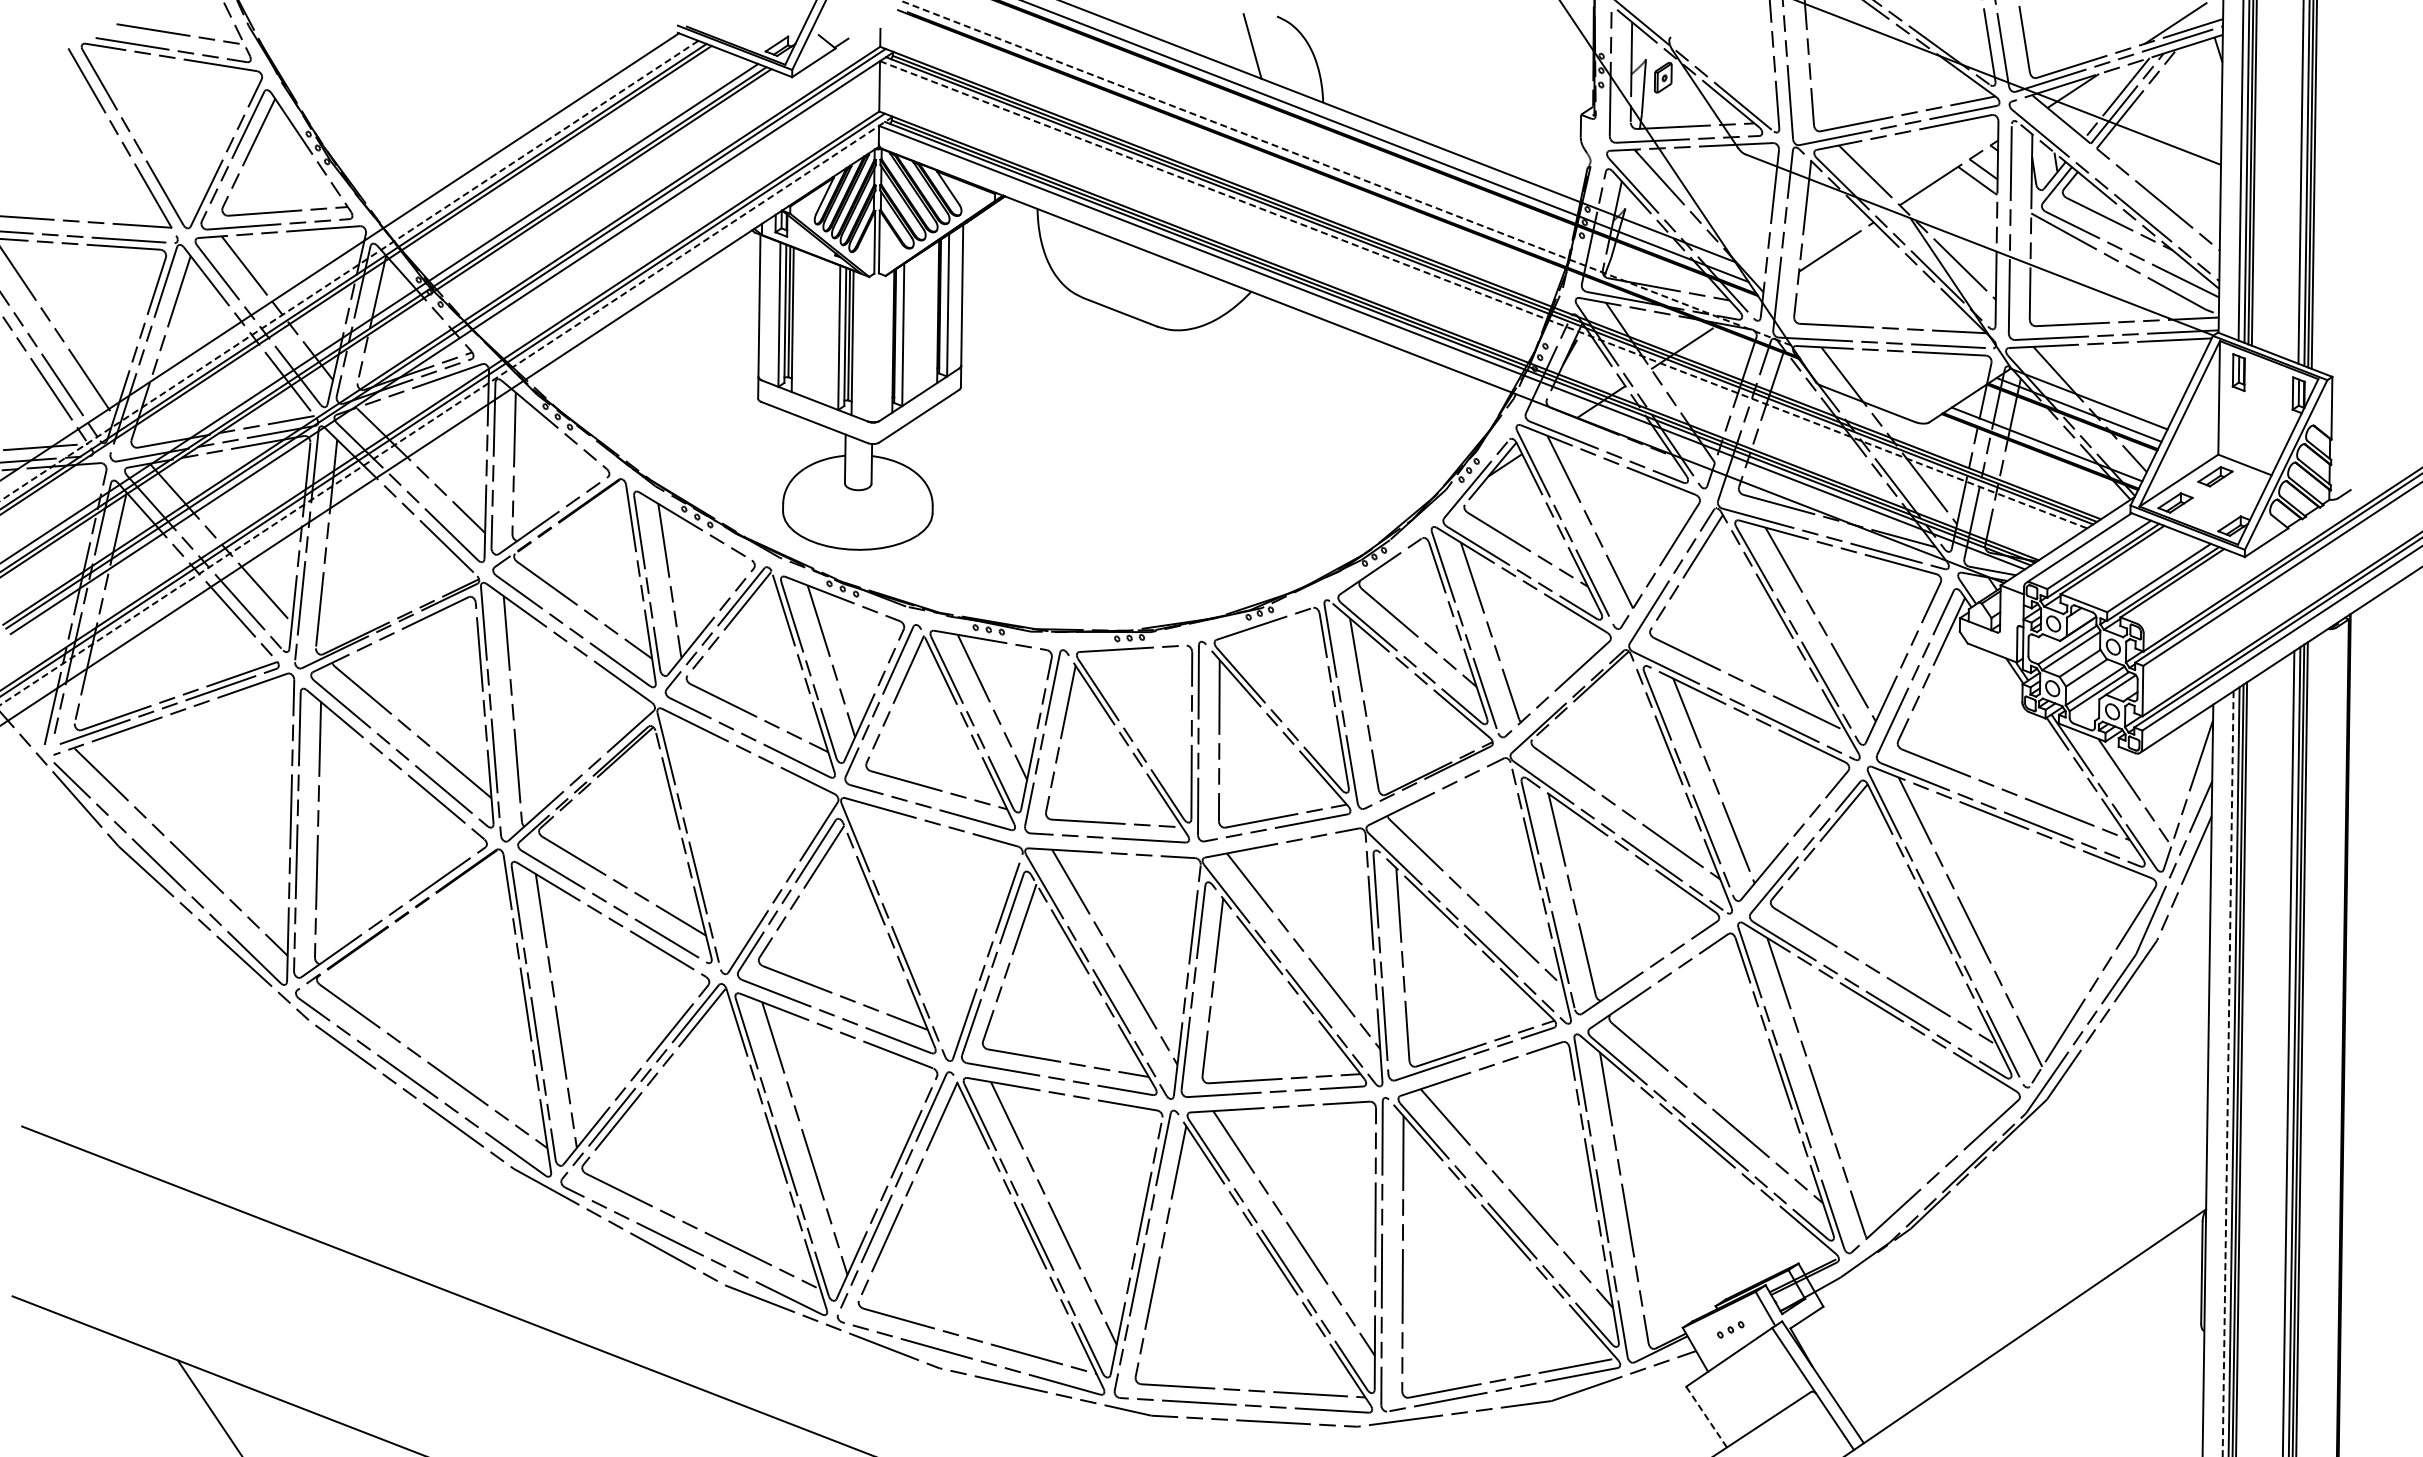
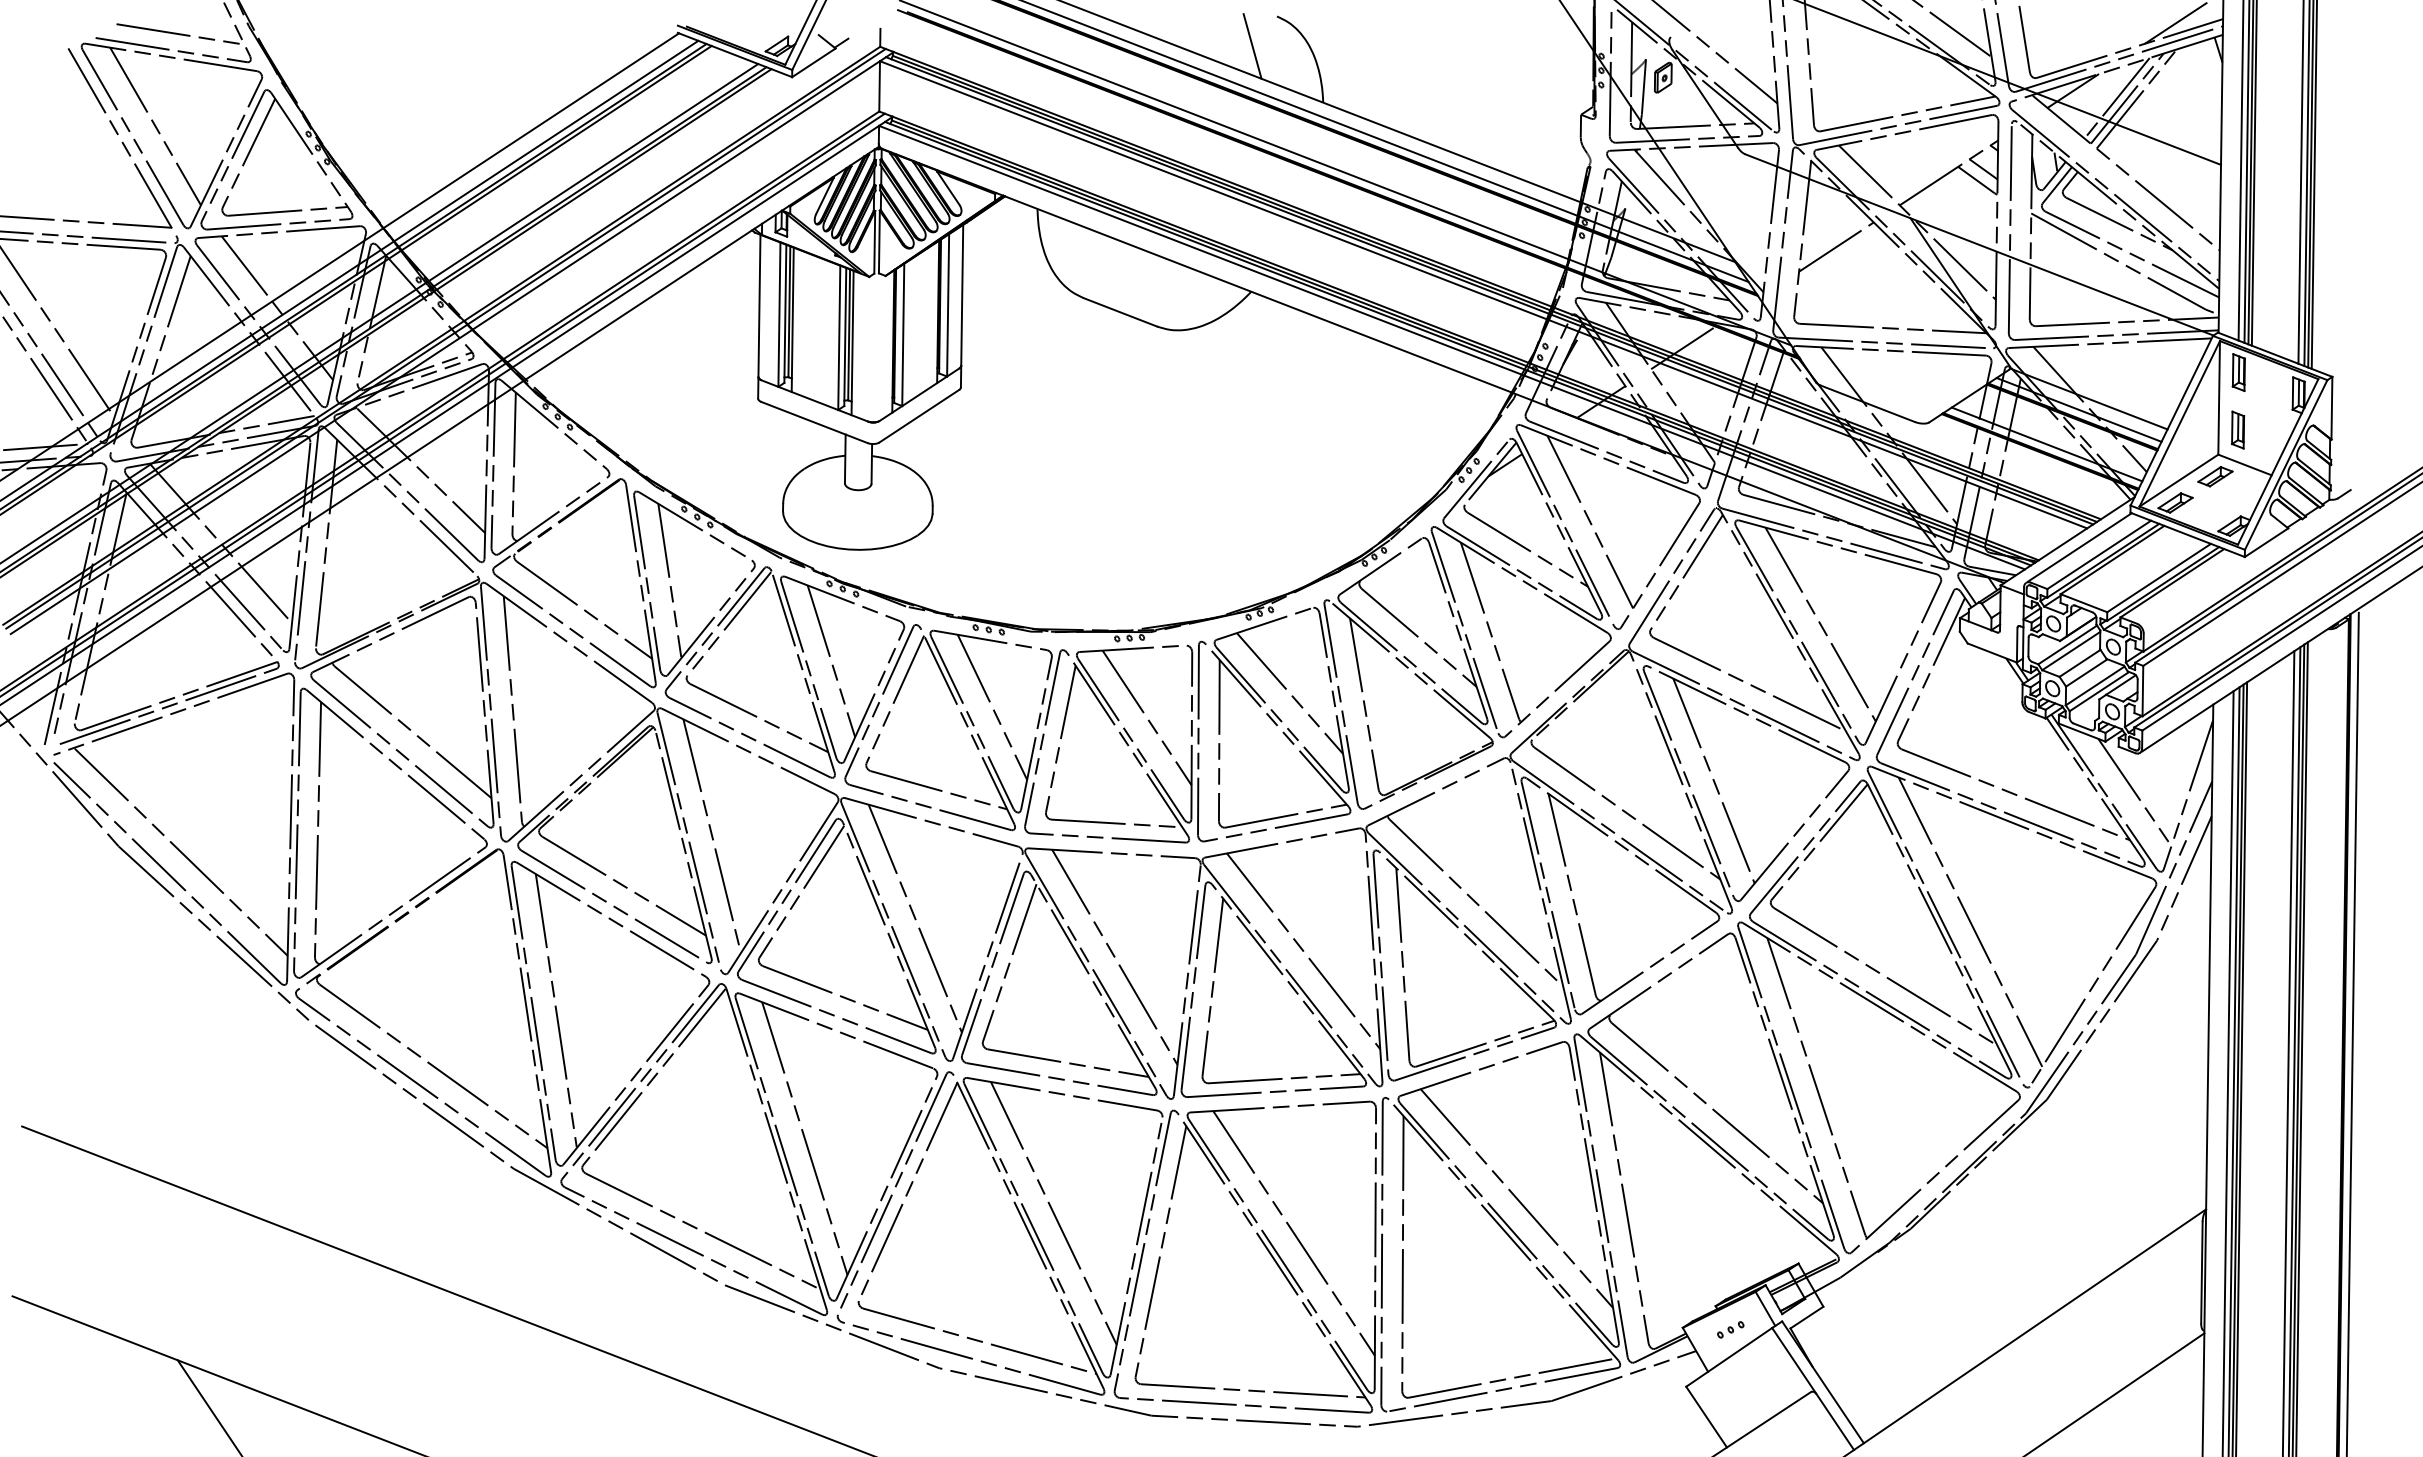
line at (1953, 29): none -> present
line at (1716, 52): none -> present
line at (155, 126): none -> present
line at (1345, 172): dashed -> solid
line at (349, 270): dashed -> solid
line at (1484, 294): dashed -> solid
line at (446, 411): dashed -> solid
part at (2238, 429): none -> present
line at (1290, 693): none -> present
line at (1146, 717): none -> present
line at (711, 836): none -> present
line at (914, 918): none -> present
line at (2352, 1032): none -> present
line at (2228, 1073): dashed -> solid
line at (2116, 1393): none -> present
line at (1706, 1417): dashed -> solid
